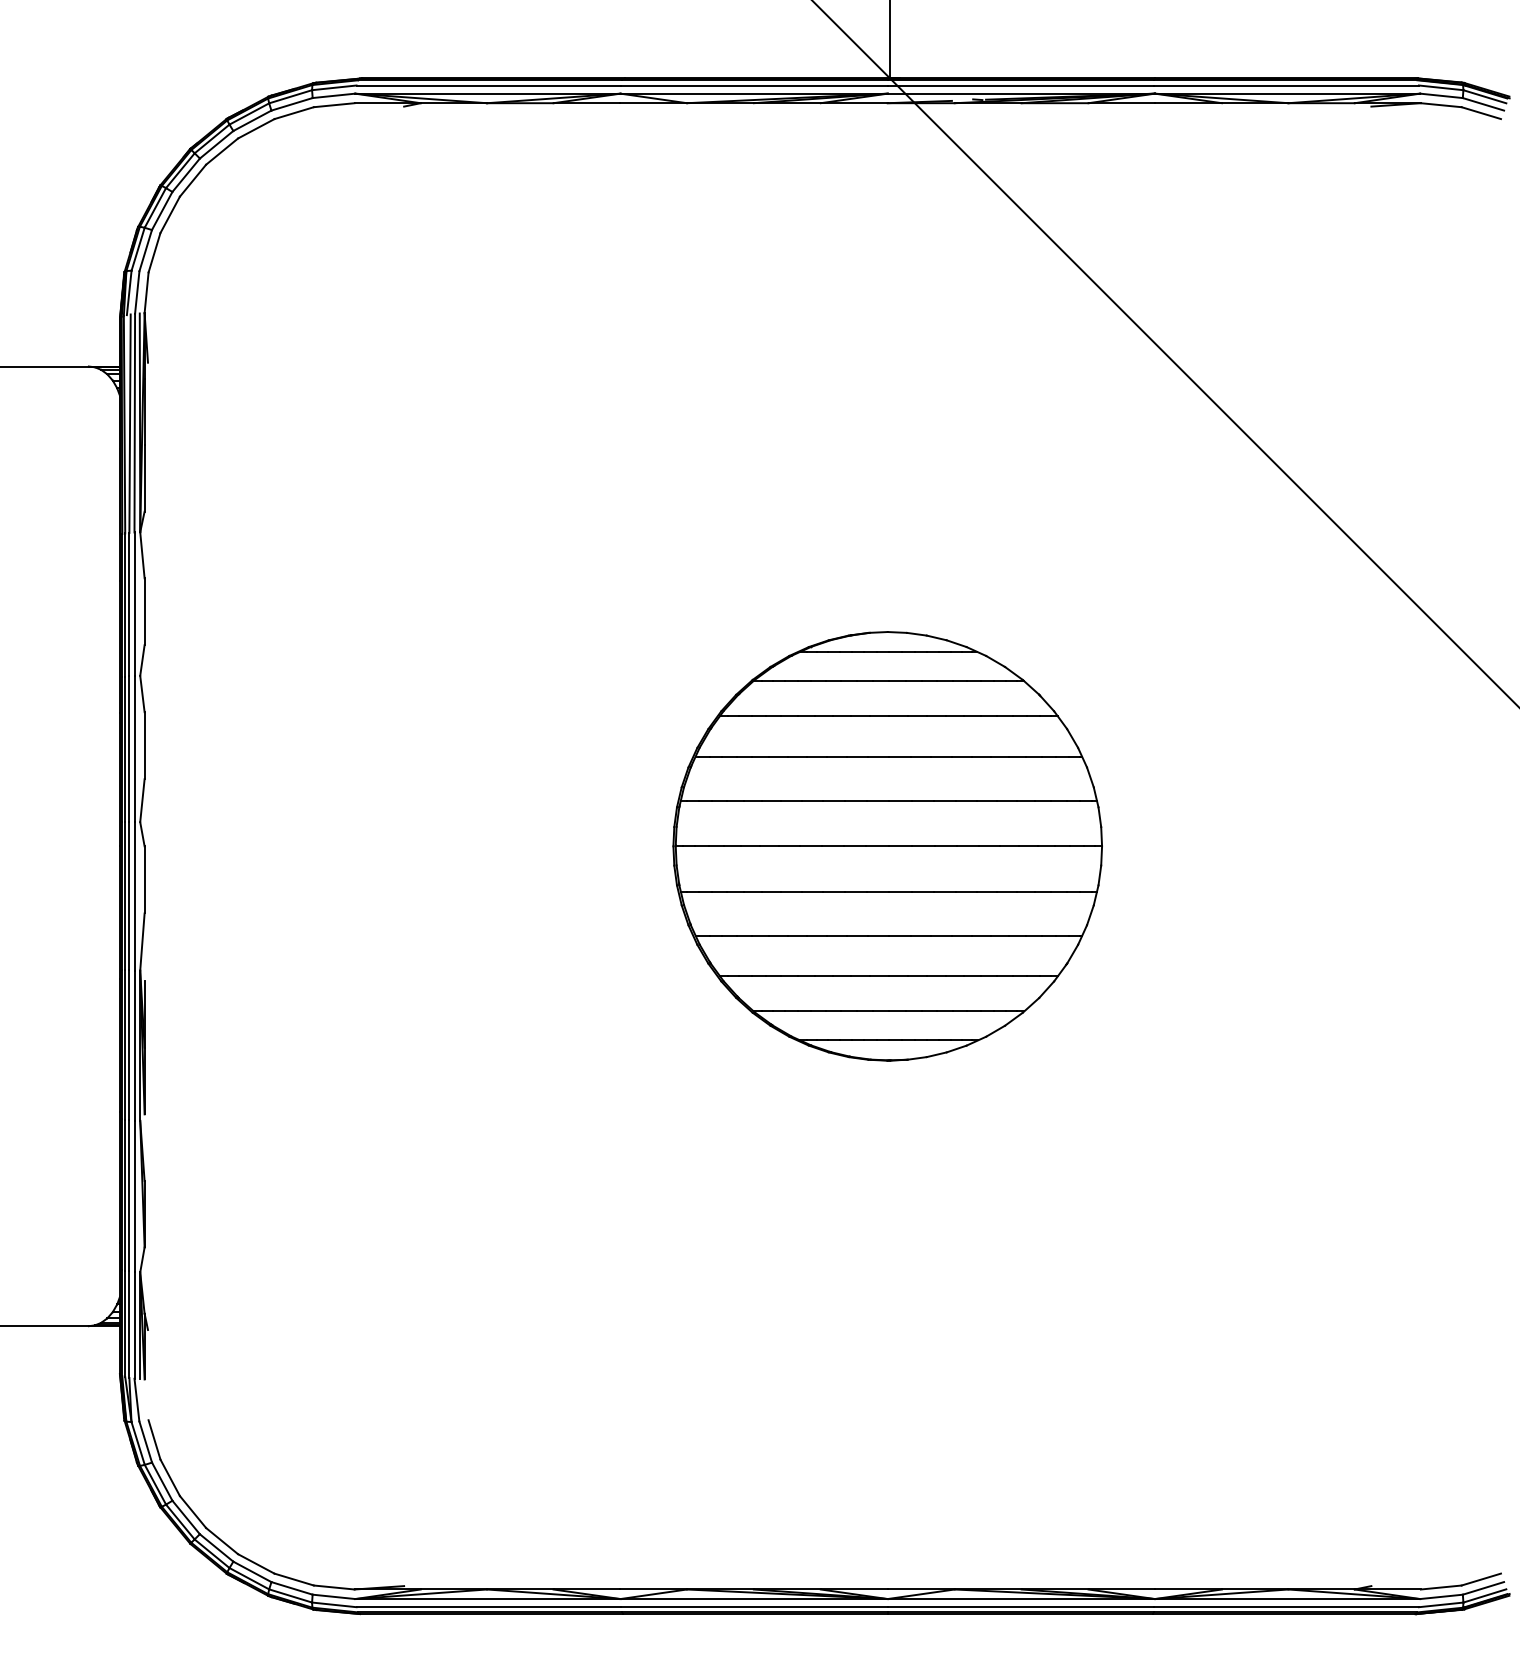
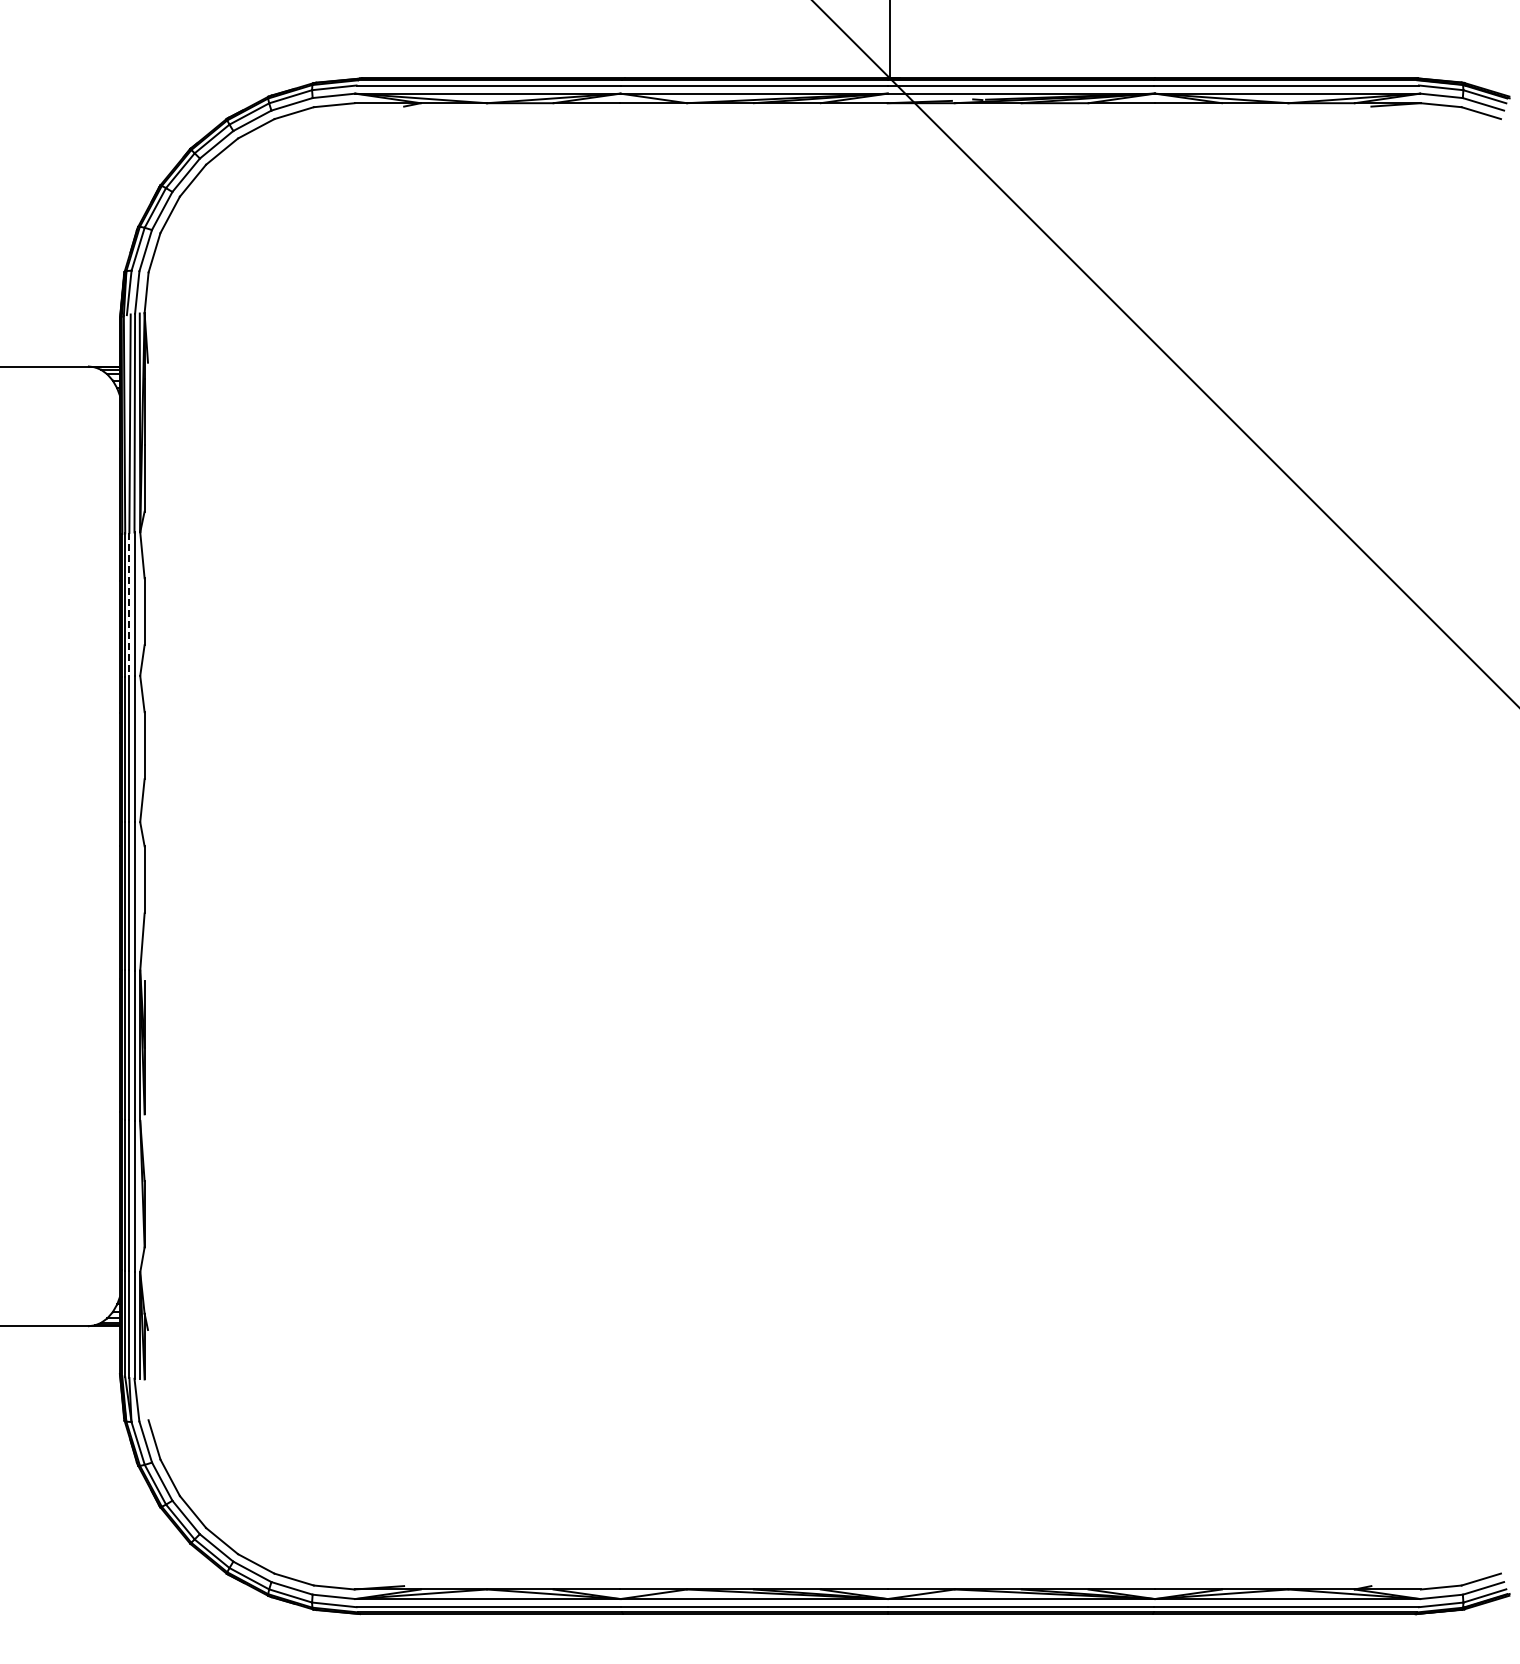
line at (129, 604): solid -> dashed
part at (887, 846): present -> none
